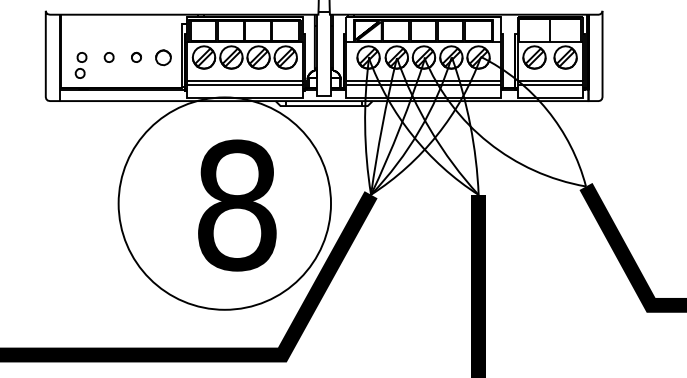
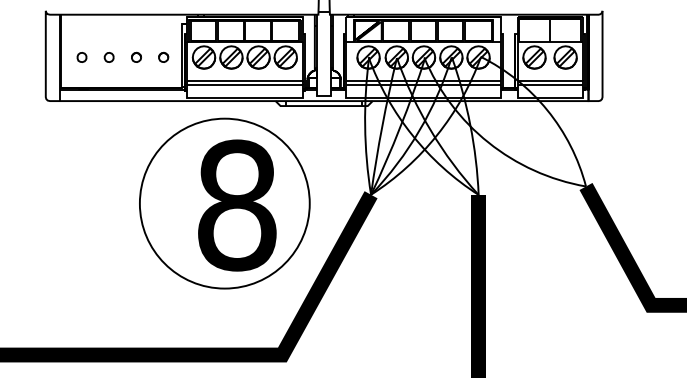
part at (163, 57) size: 17x18 px -> 12x12 px
part at (79, 73): present -> none
circle at (224, 203) diameter: 212 px -> 170 px
